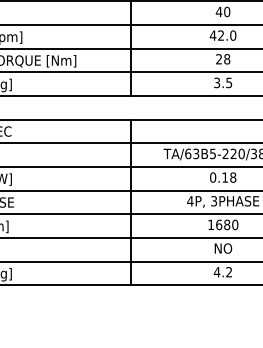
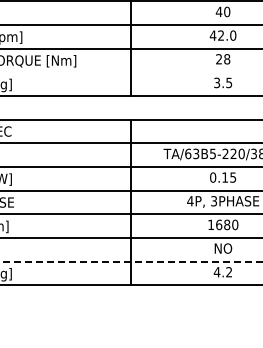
line at (130, 72): present -> none
text at (233, 177): 0.18 -> 0.15
line at (131, 261): solid -> dashed
